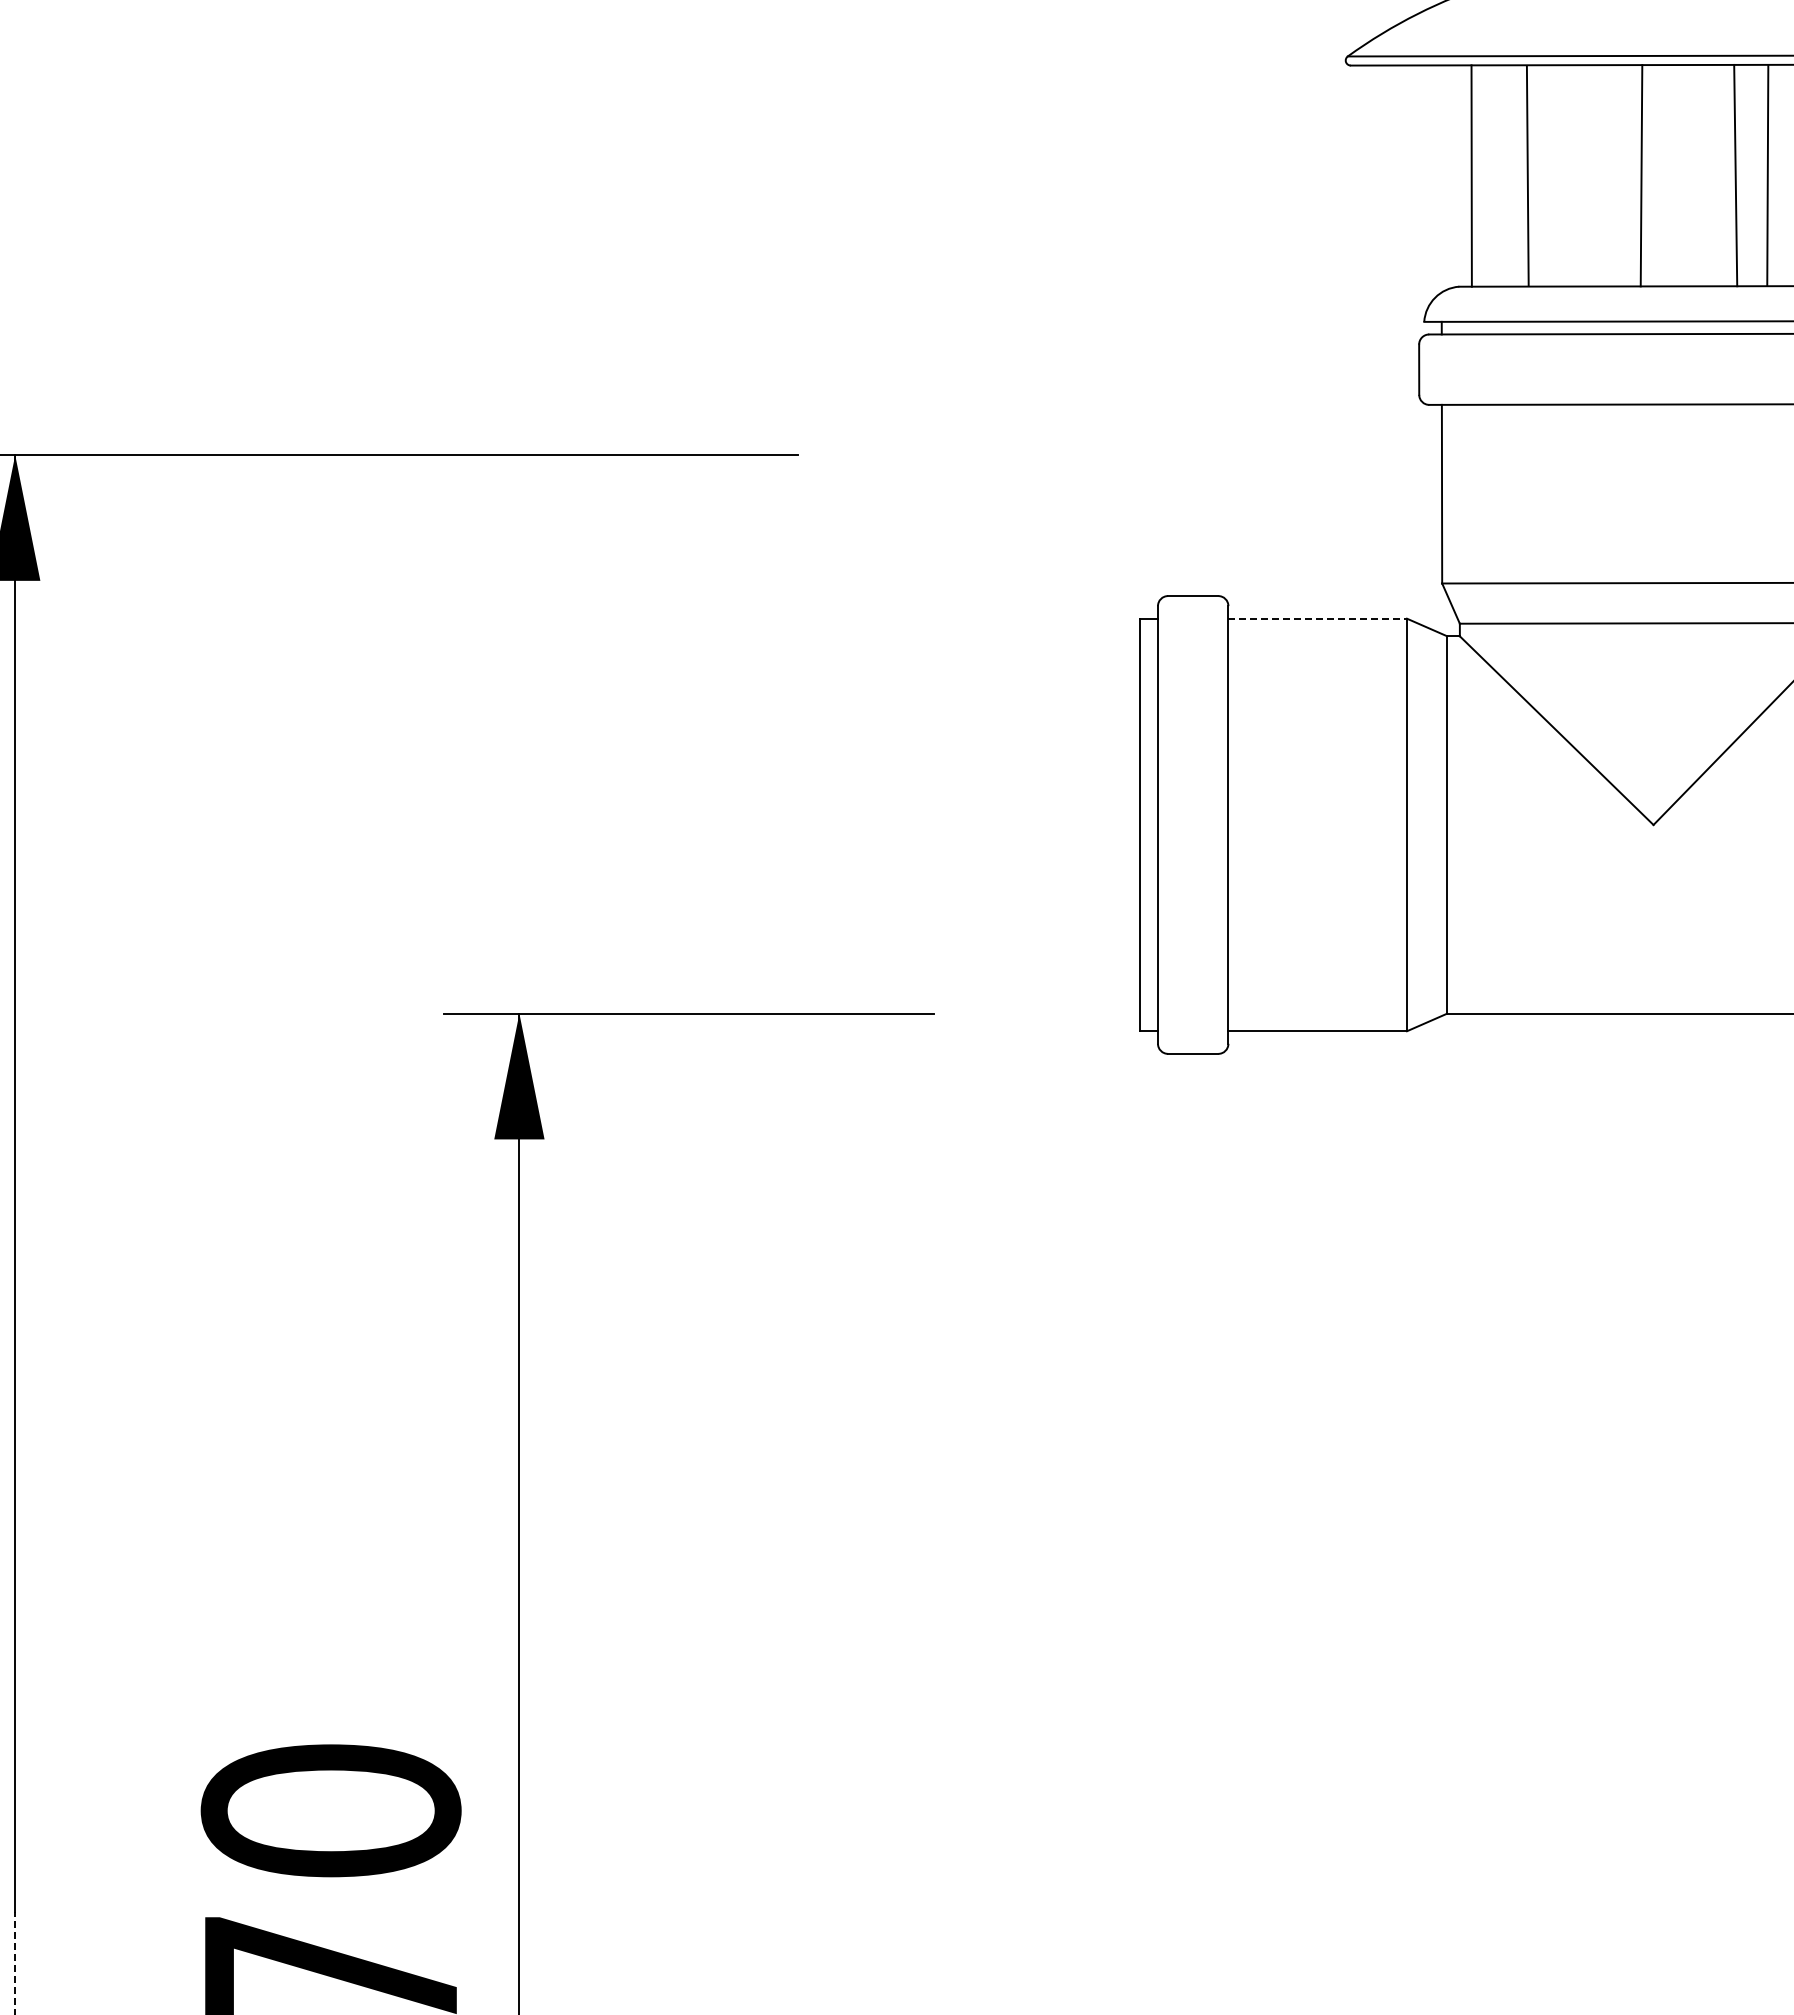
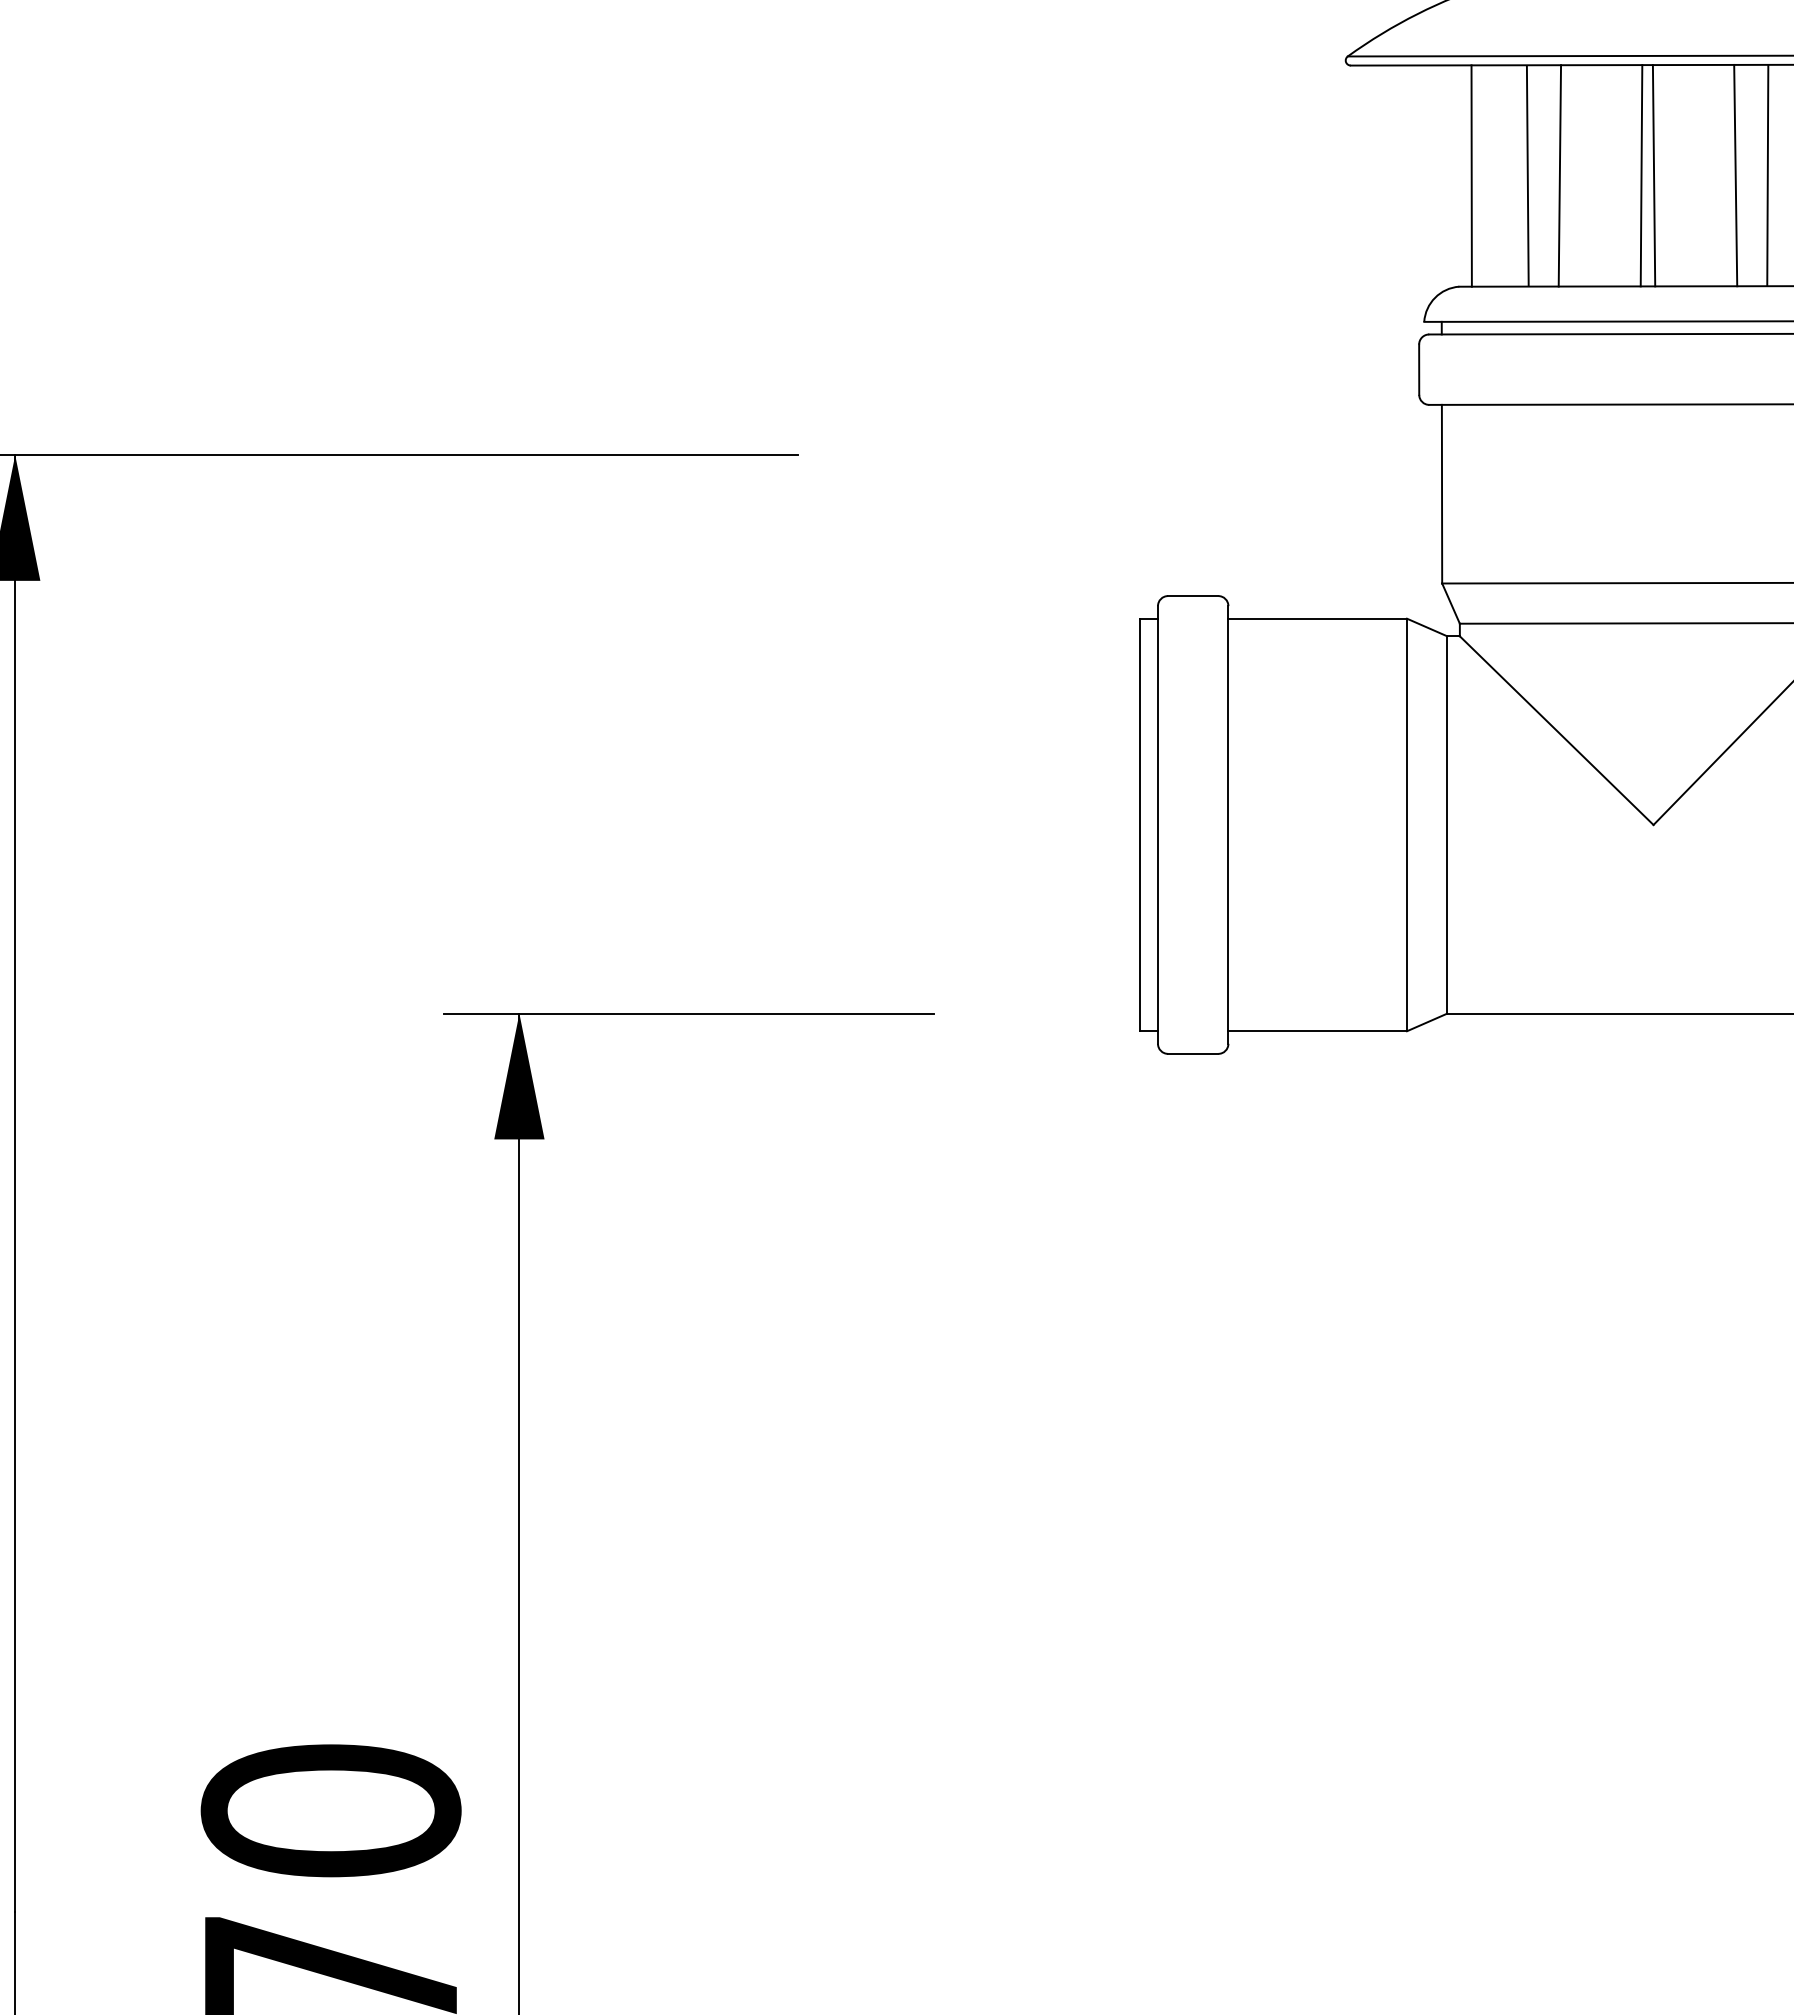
line at (1559, 175): none -> present
line at (1653, 175): none -> present
line at (1318, 618): dashed -> solid
line at (15, 1962): dashed -> solid
